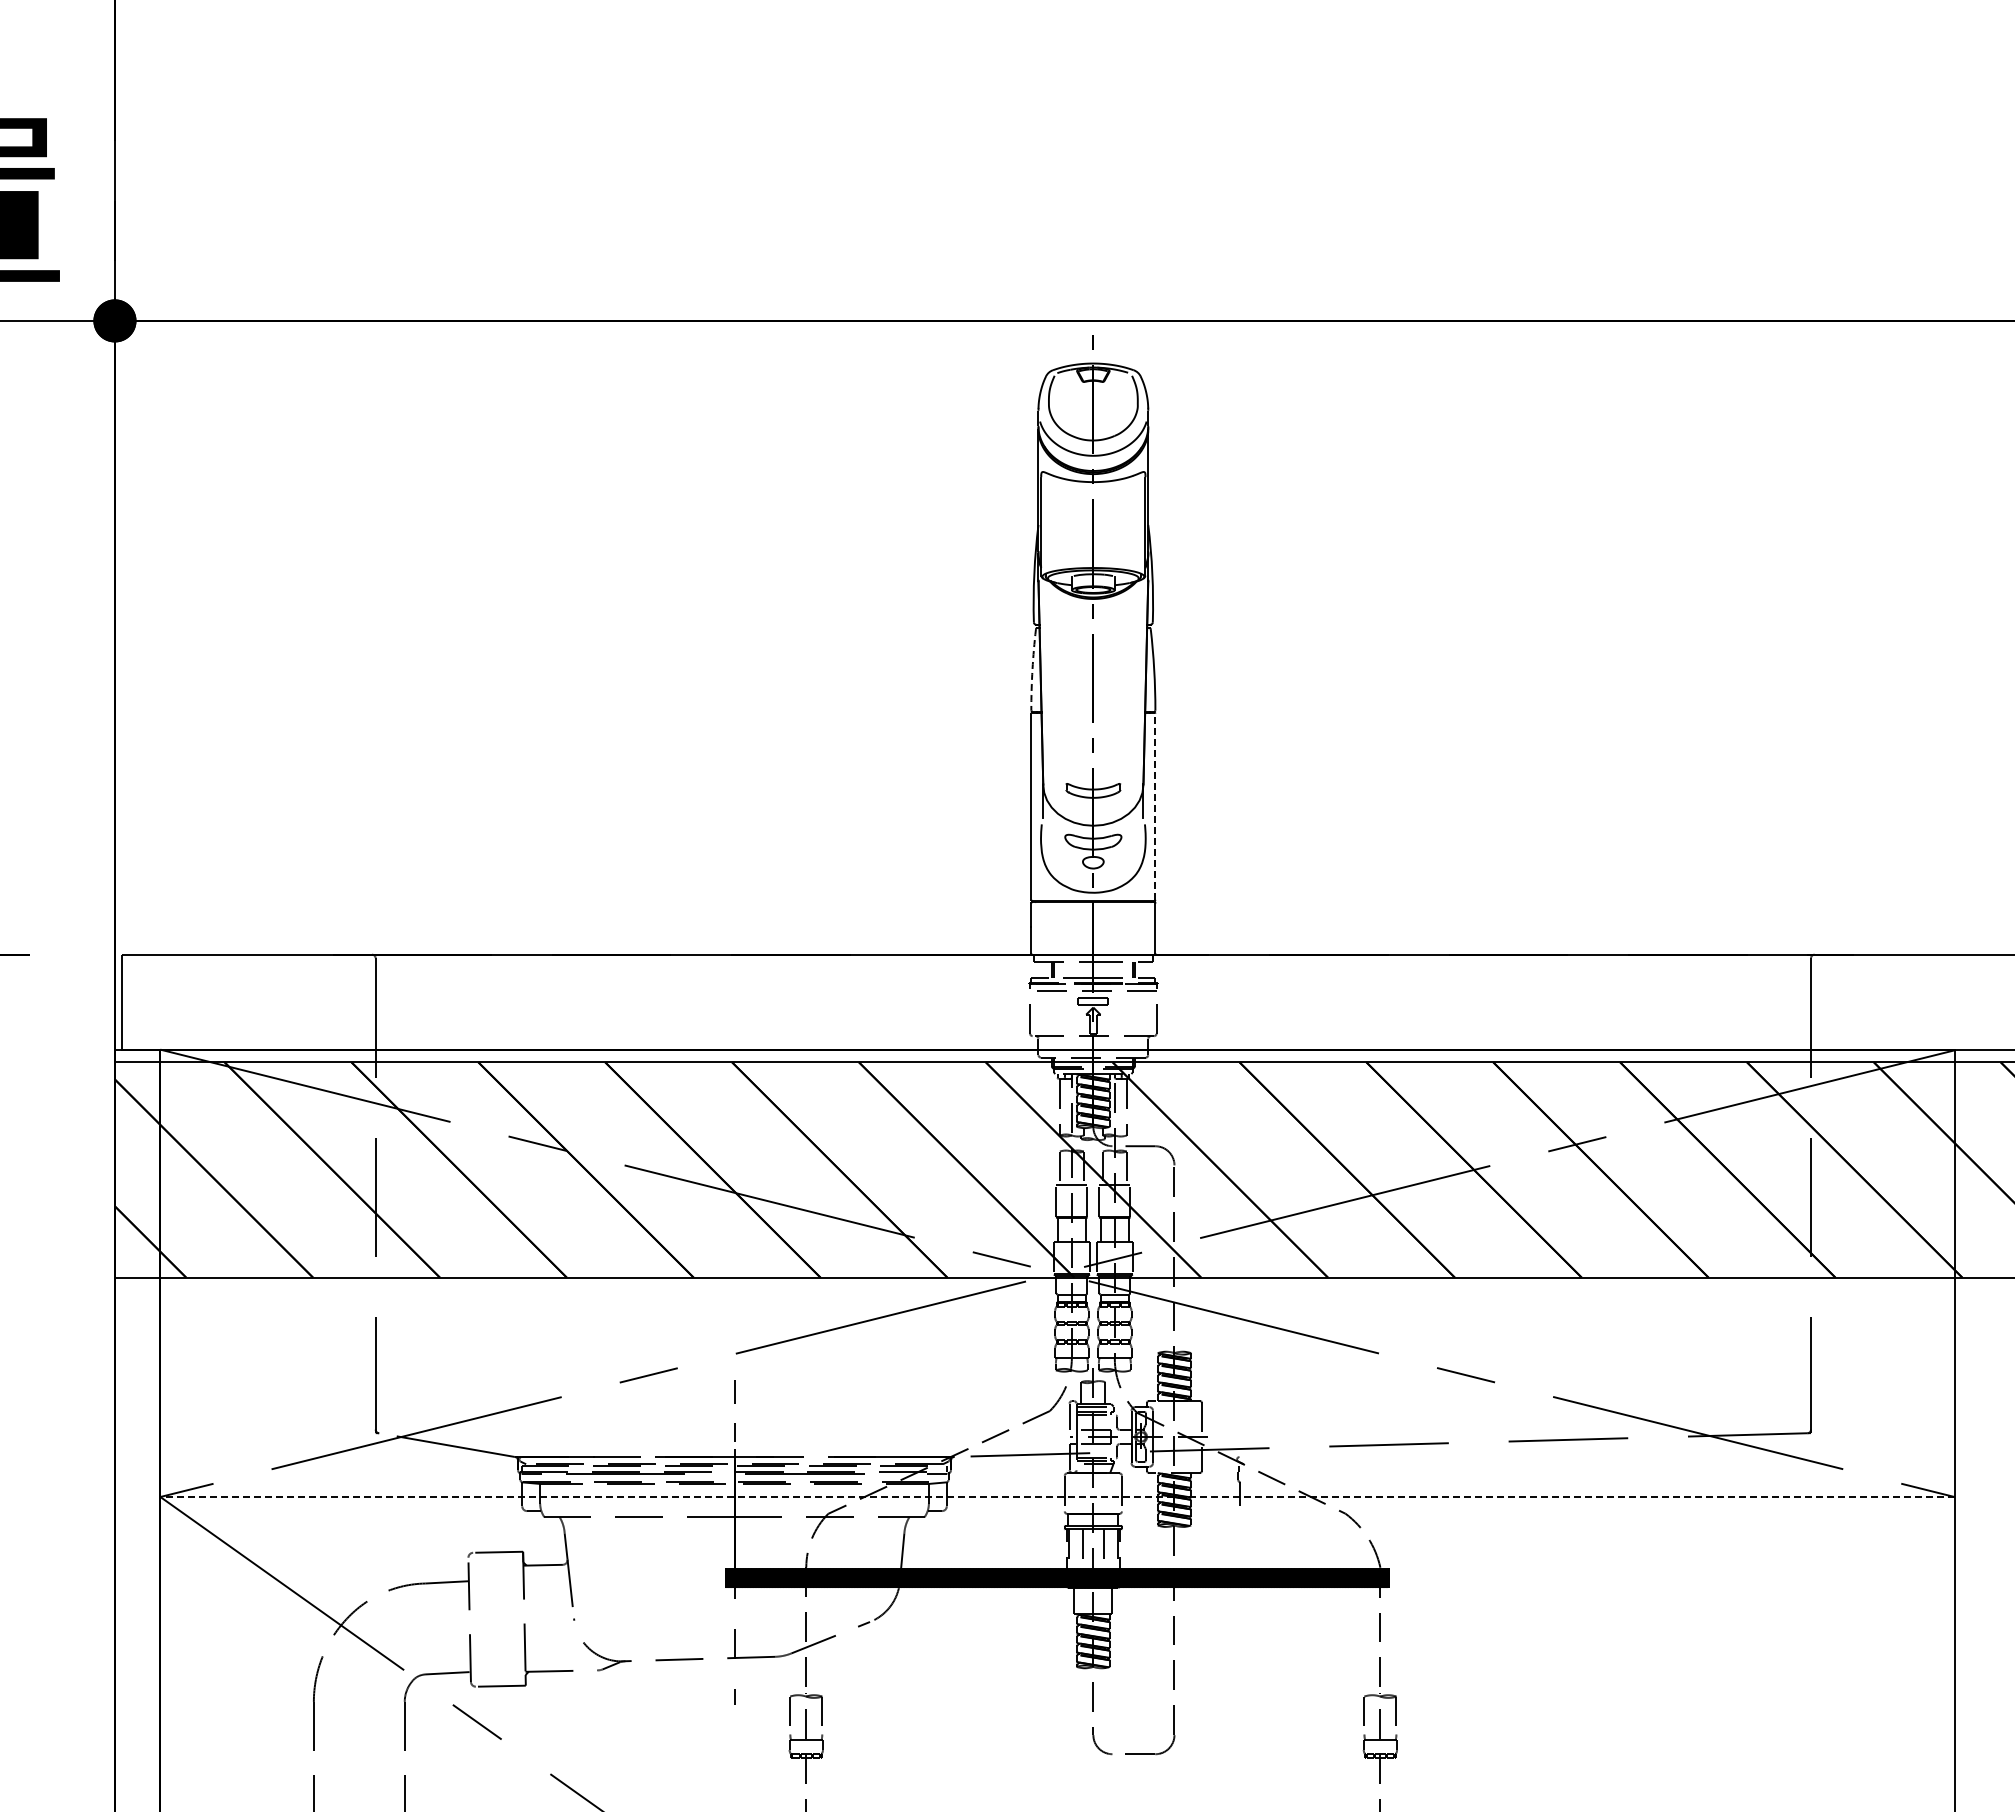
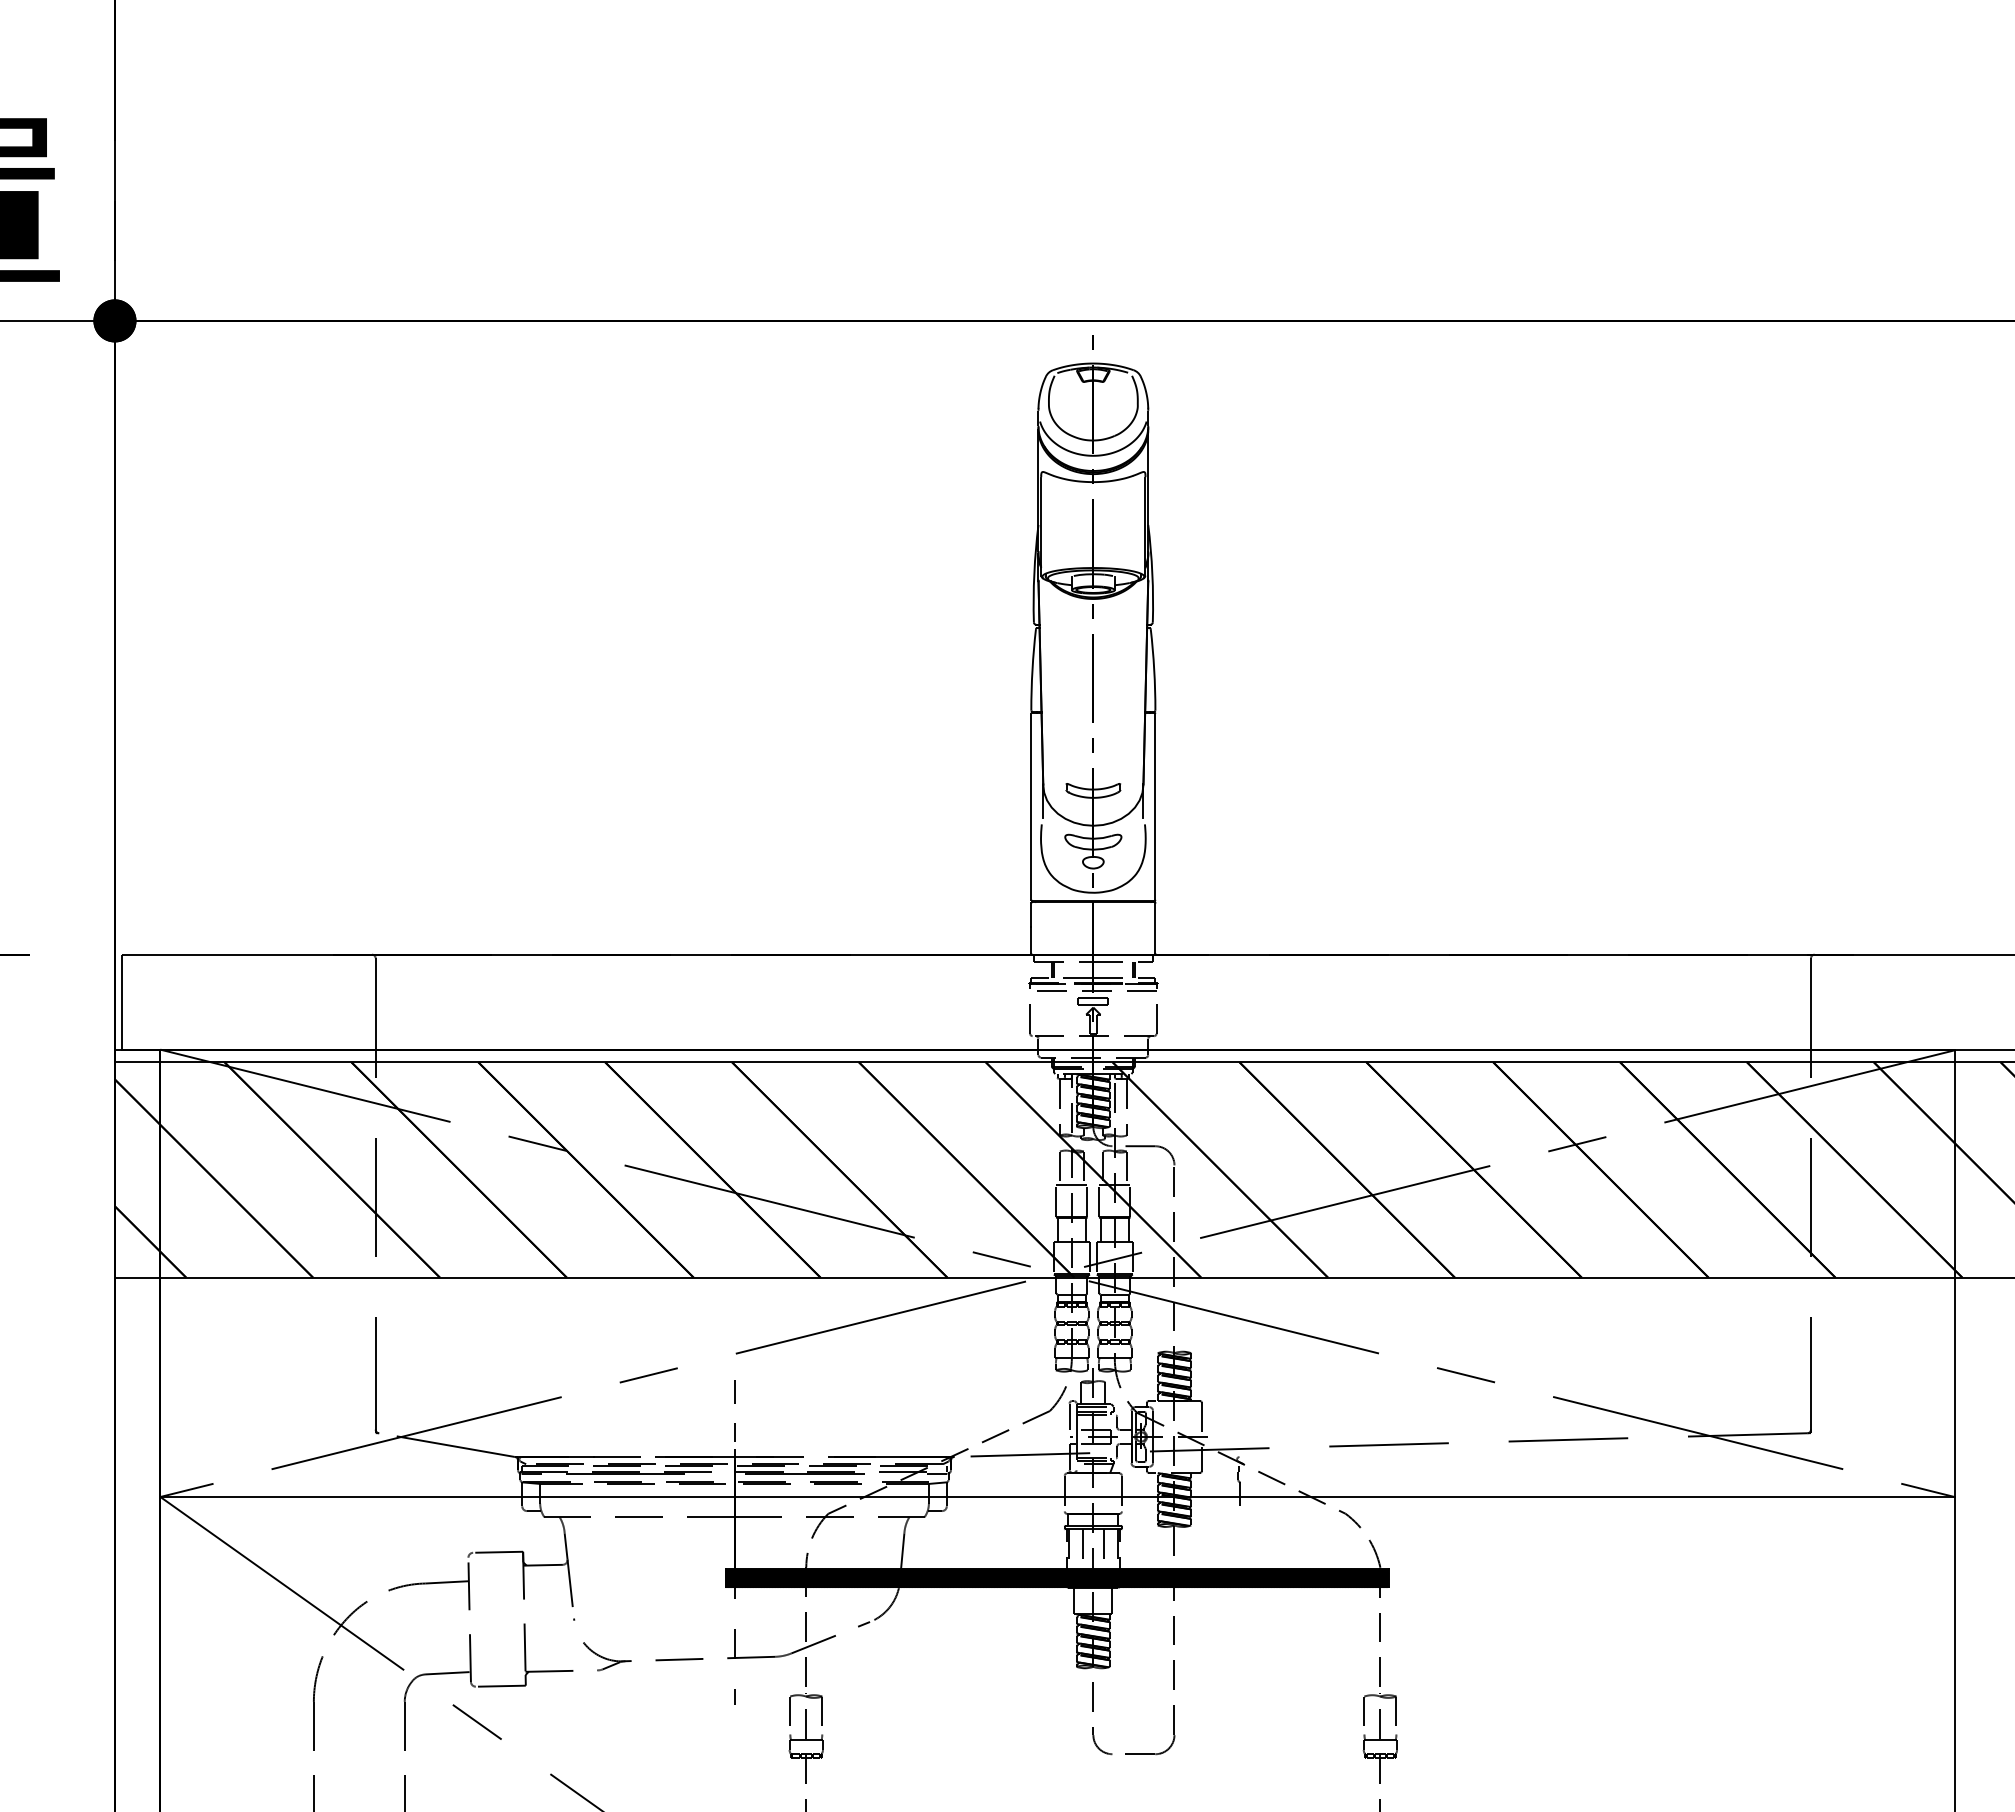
arc at (1032, 669): dashed -> solid
line at (1155, 806): dashed -> solid
line at (1056, 1496): dashed -> solid
